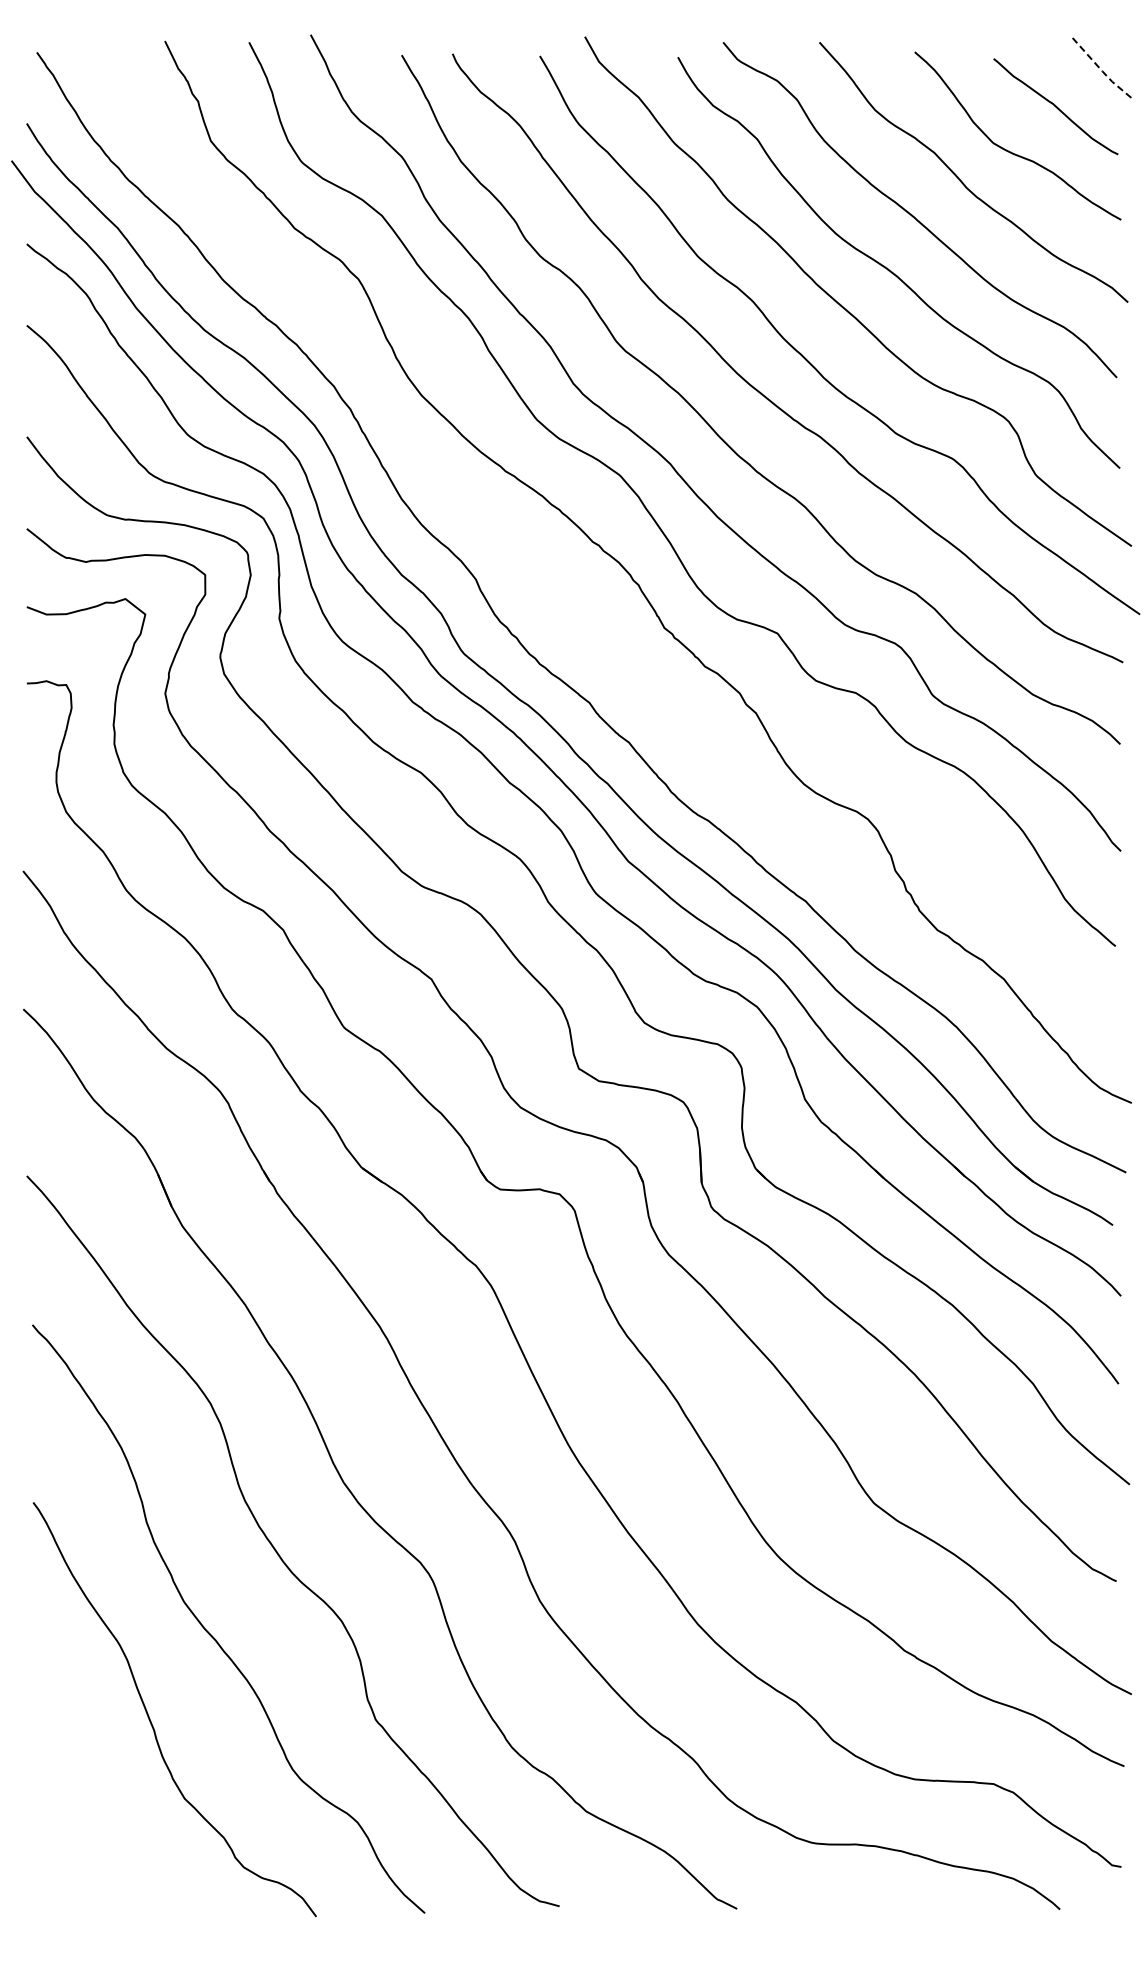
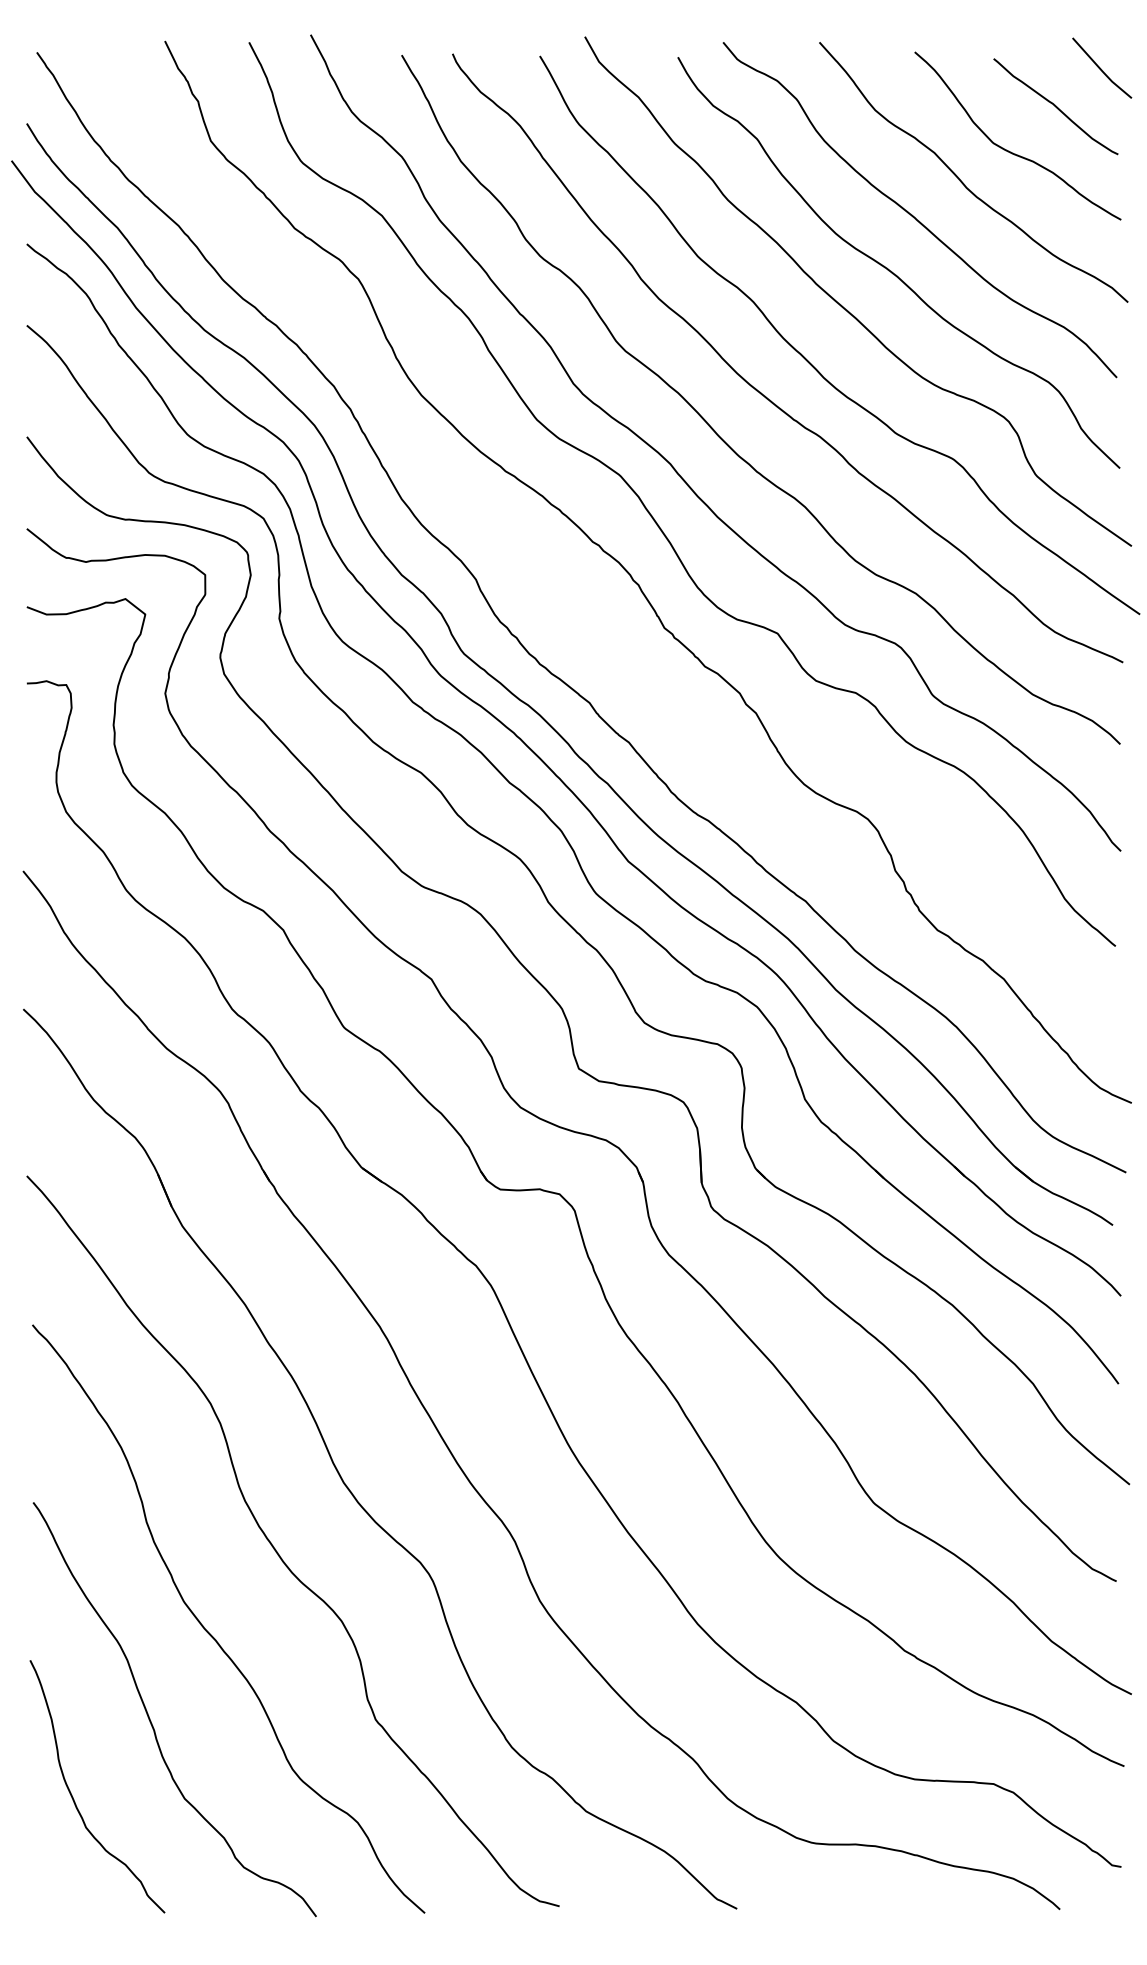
line at (1101, 70): dashed -> solid
curve at (73, 1797): none -> present
